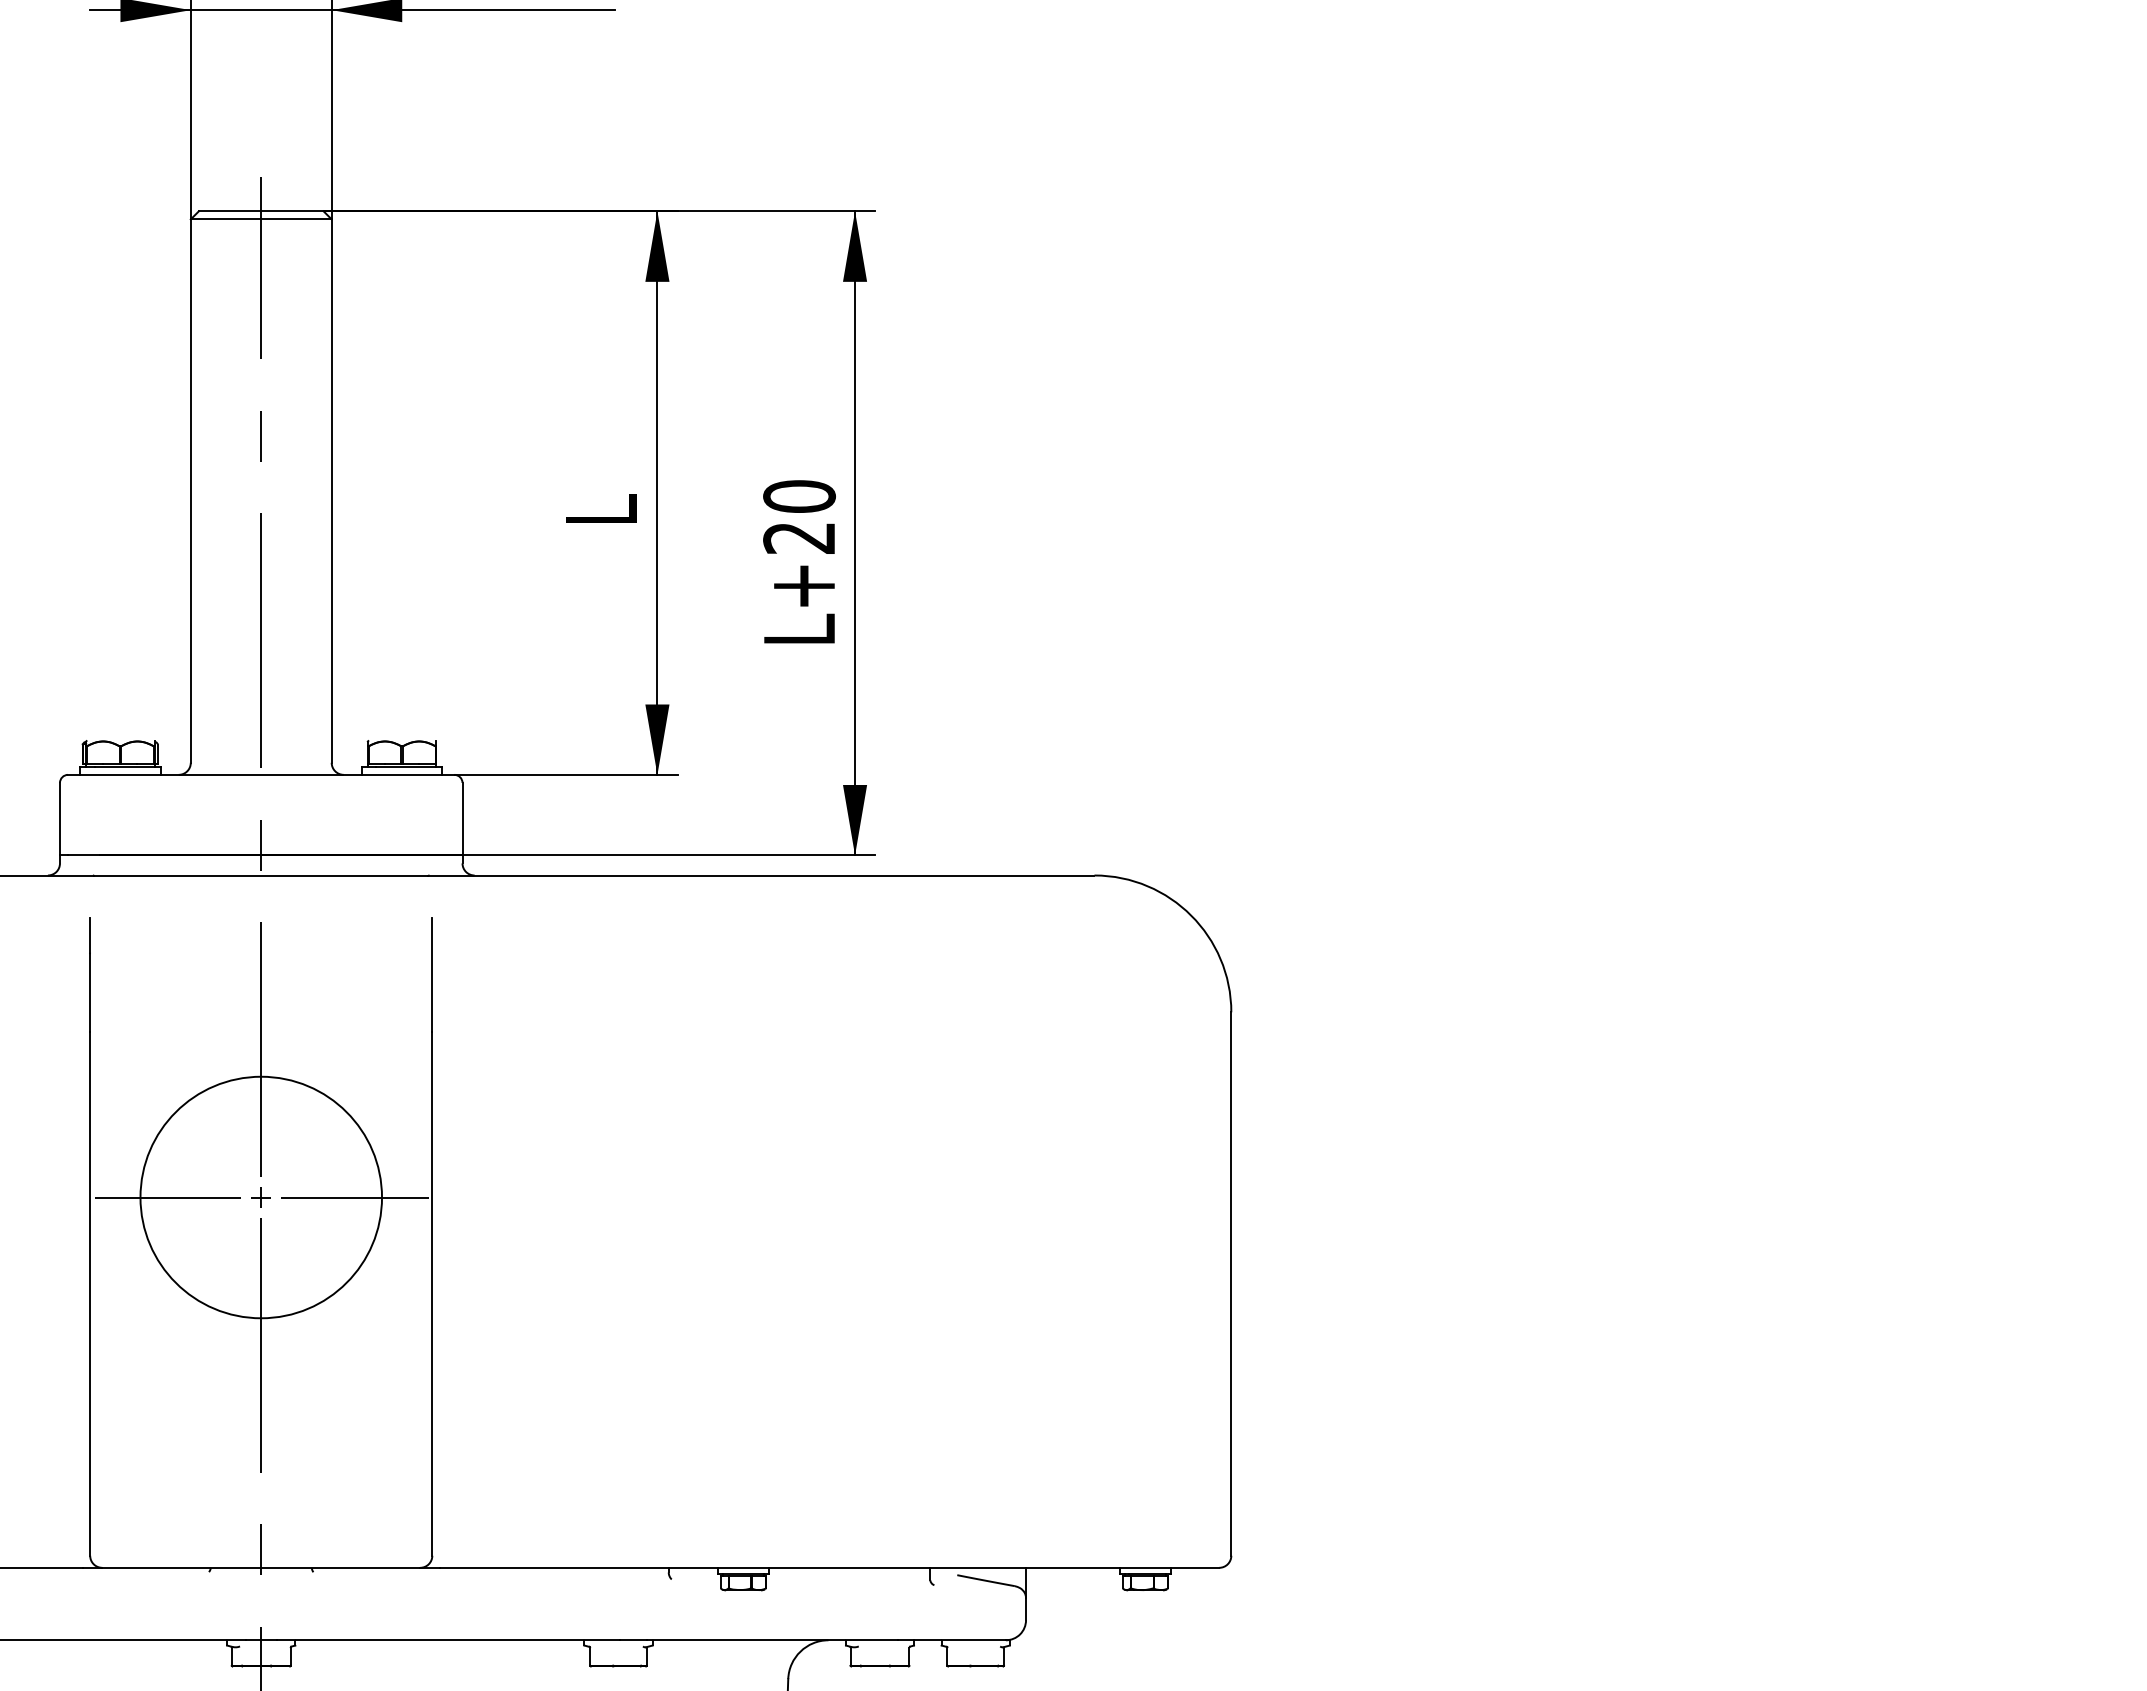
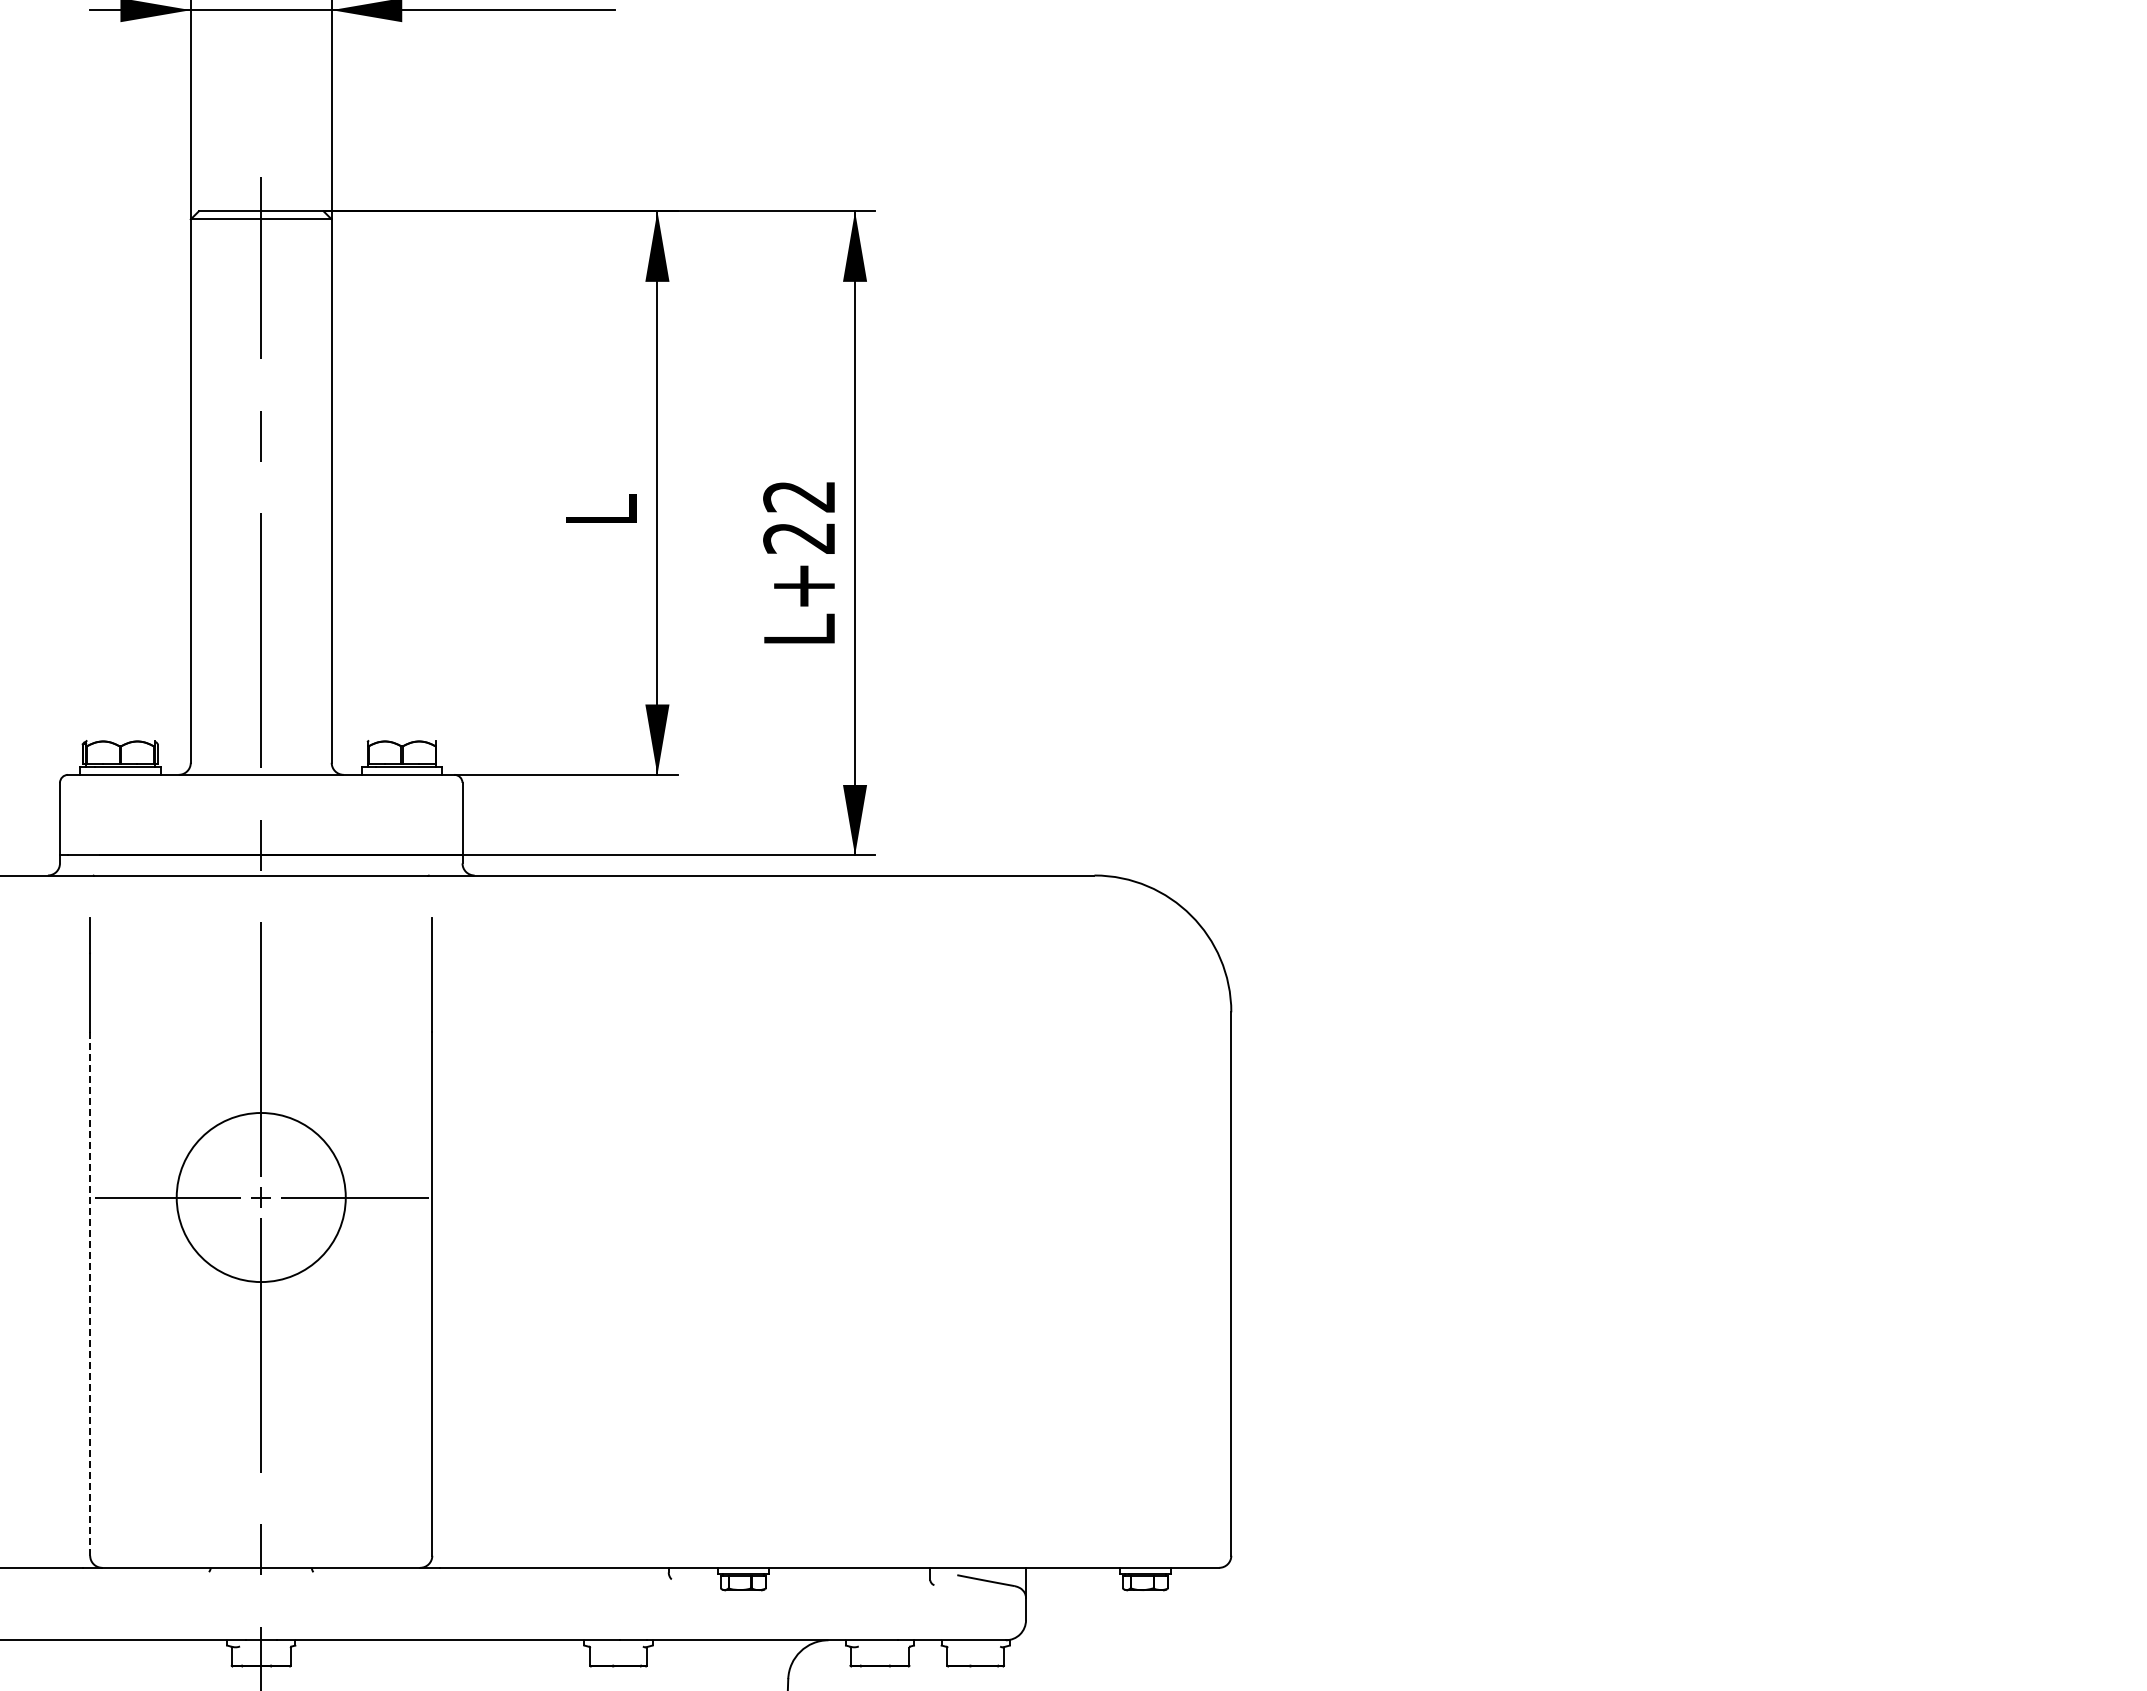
text at (799, 496): L+20 -> L+22
circle at (261, 1197) diameter: 242 px -> 169 px
line at (90, 1294): solid -> dashed
